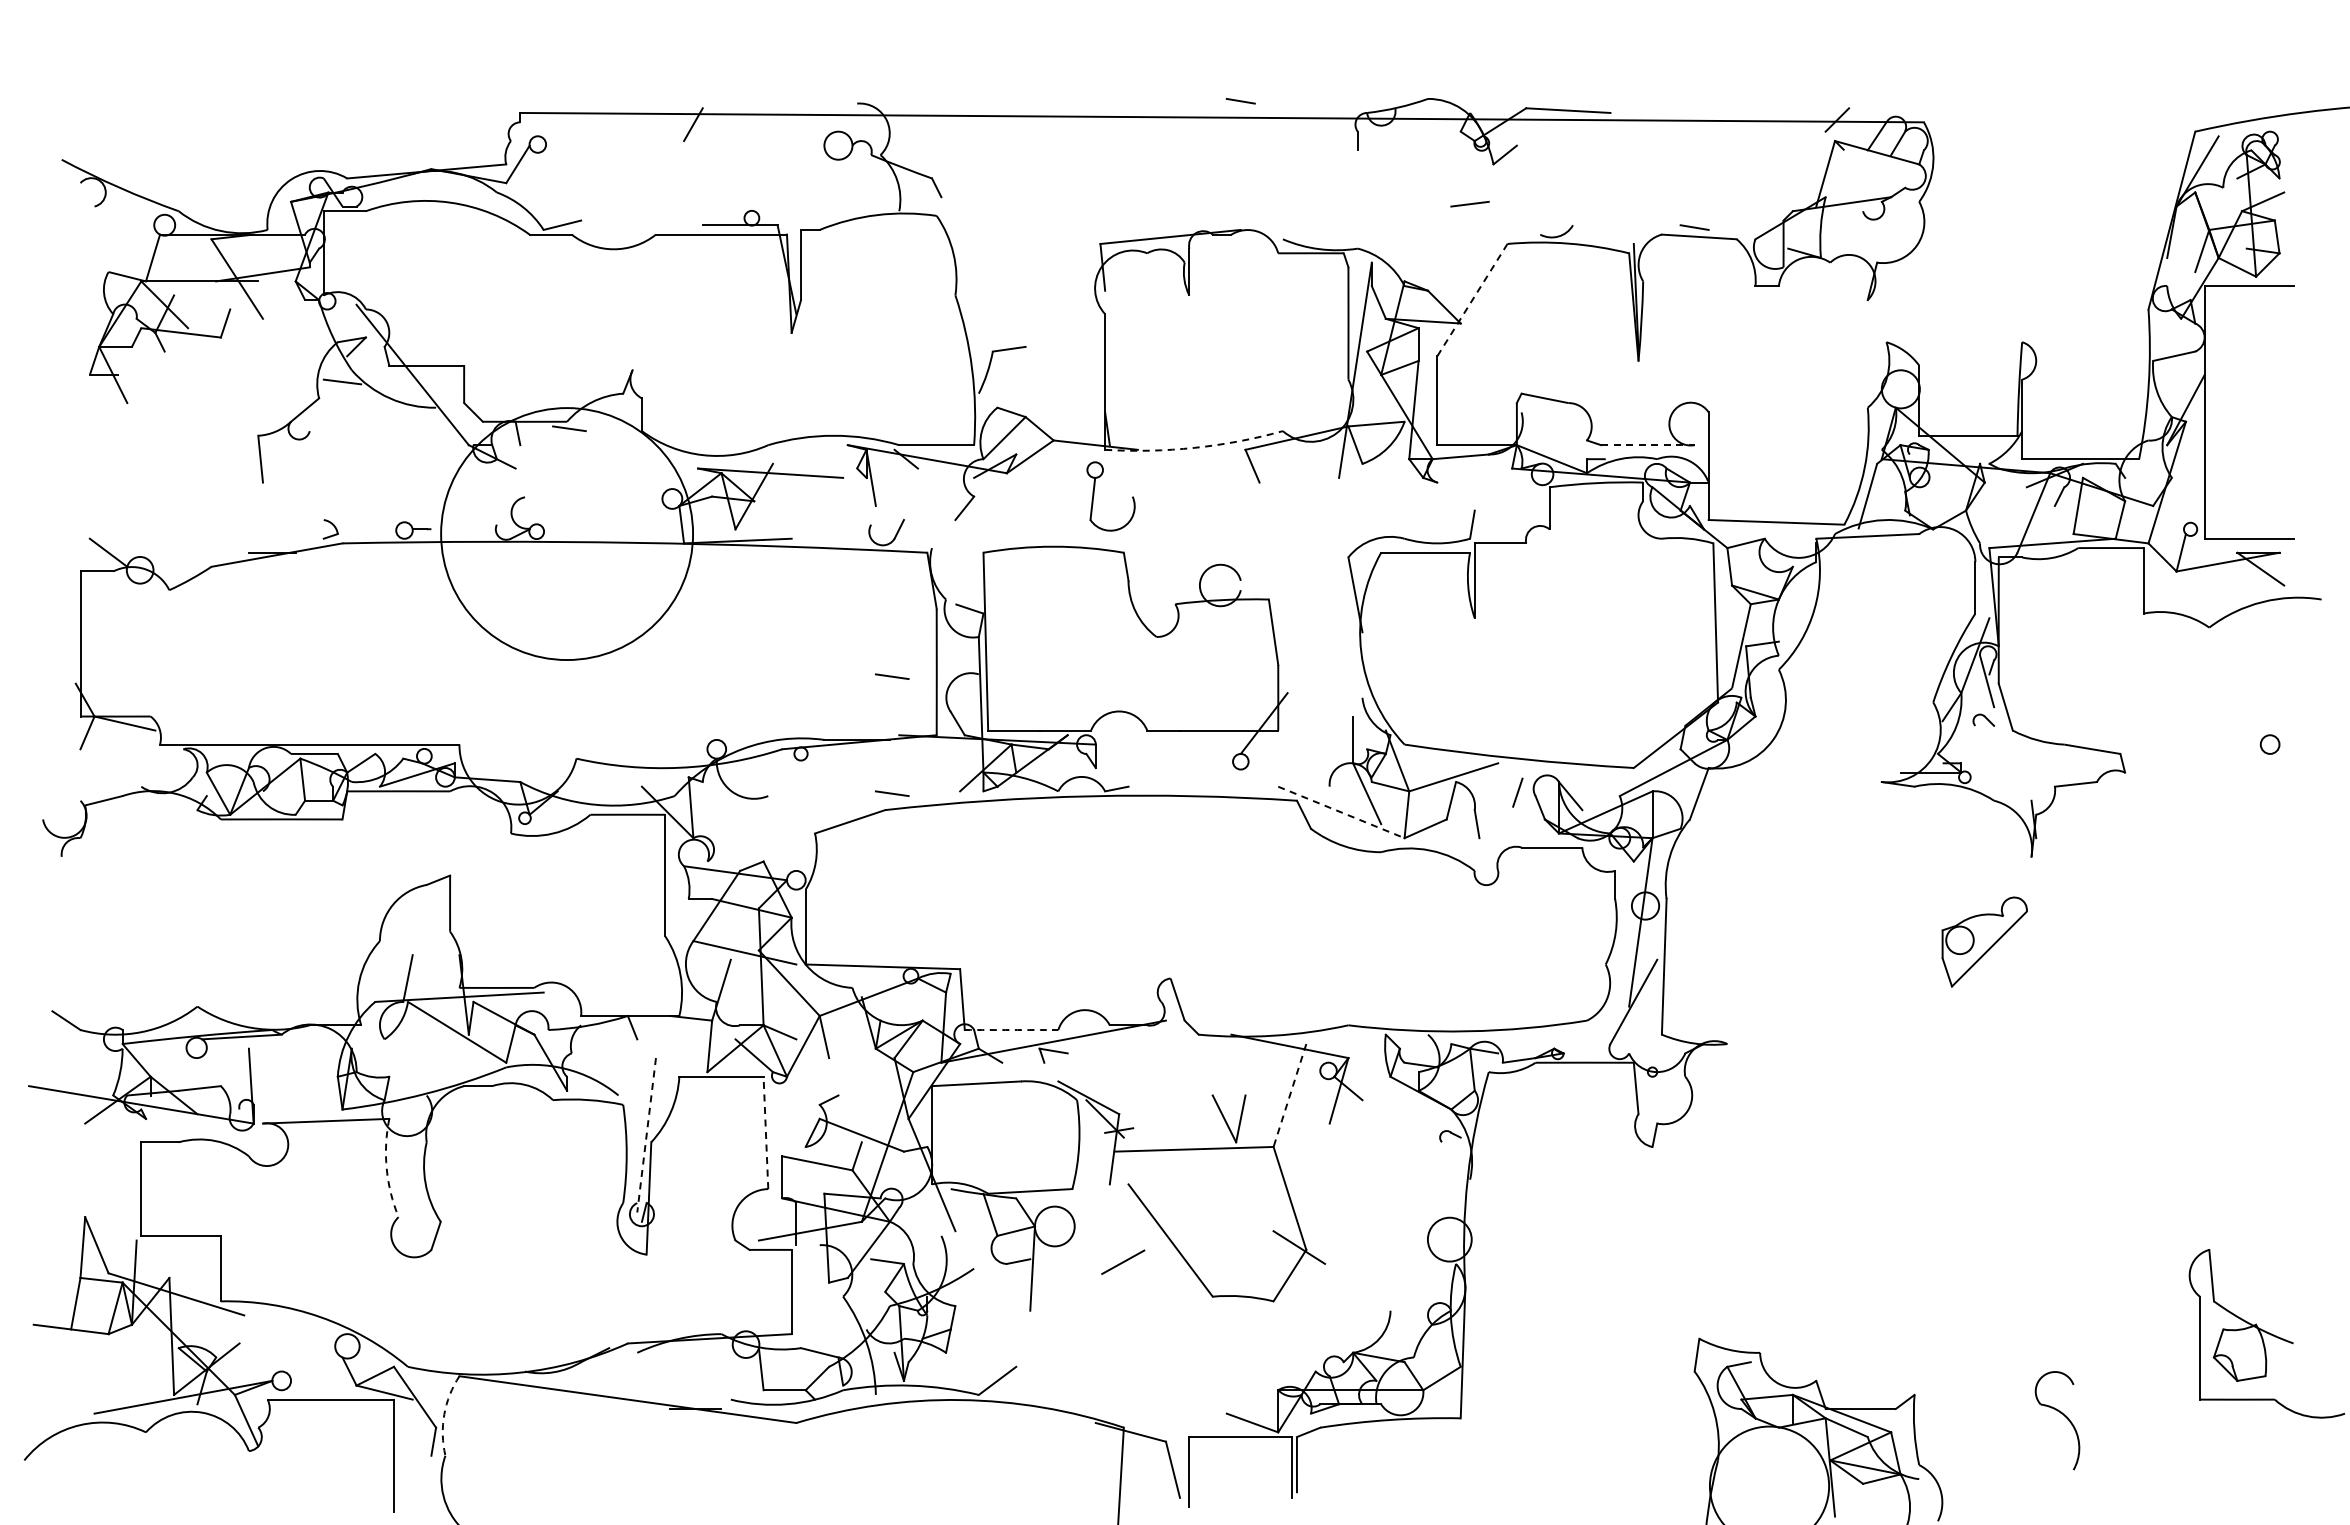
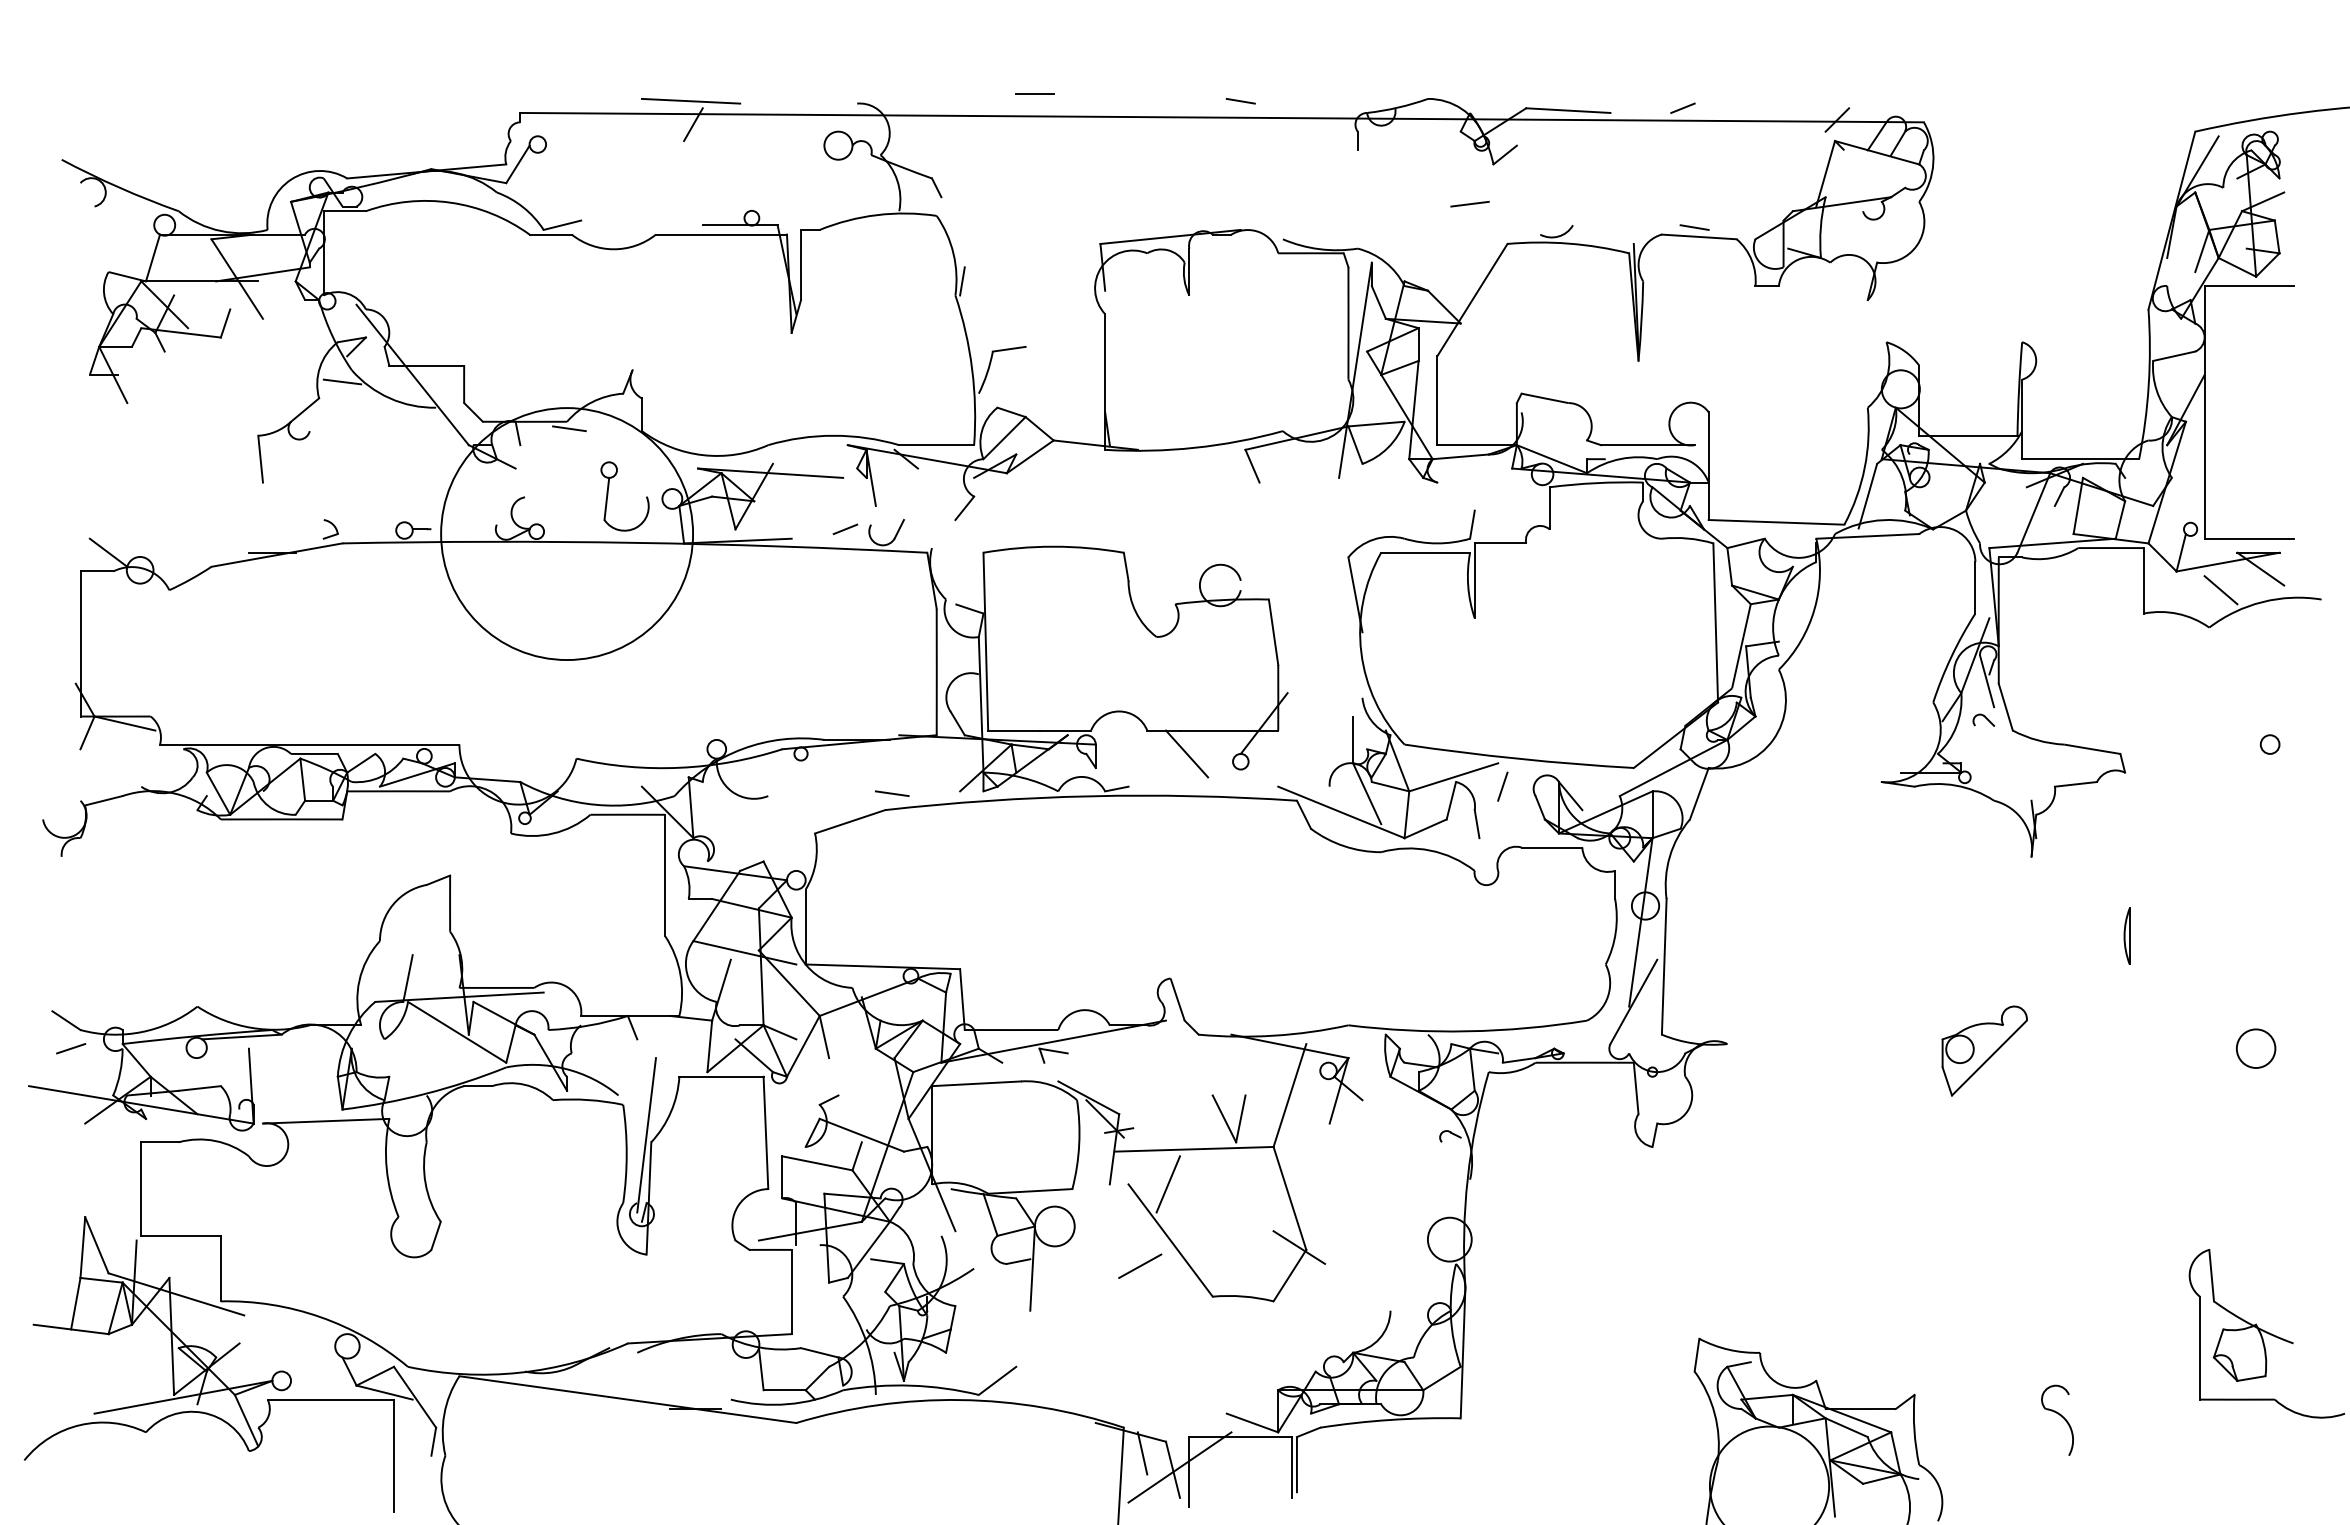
line at (1034, 93): none -> present
line at (690, 100): none -> present
line at (1682, 107): none -> present
line at (962, 281): none -> present
line at (1472, 300): dashed -> solid
line at (1647, 445): dashed -> solid
arc at (1194, 447): dashed -> solid
part at (1094, 495) position: (1094, 495) -> (608, 495)
line at (845, 529): none -> present
line at (2220, 590): none -> present
line at (892, 676): present -> none
line at (1186, 753): none -> present
line at (1517, 792) position: (1517, 792) -> (1502, 786)
line at (1341, 812): dashed -> solid
part at (2126, 935): none -> present
part at (1984, 941) position: (1984, 941) -> (1984, 1050)
arc at (1011, 1030): dashed -> solid
line at (71, 1048): none -> present
circle at (2256, 1048): none -> present
line at (1289, 1095): dashed -> solid
line at (765, 1132): dashed -> solid
line at (646, 1135): dashed -> solid
arc at (386, 1168): dashed -> solid
line at (1168, 1184): none -> present
line at (1123, 1261) position: (1123, 1261) -> (1140, 1265)
arc at (444, 1414): dashed -> solid
part at (2057, 1420) size: 47x100 px -> 33x72 px
line at (1142, 1453): none -> present
line at (1179, 1467): none -> present
